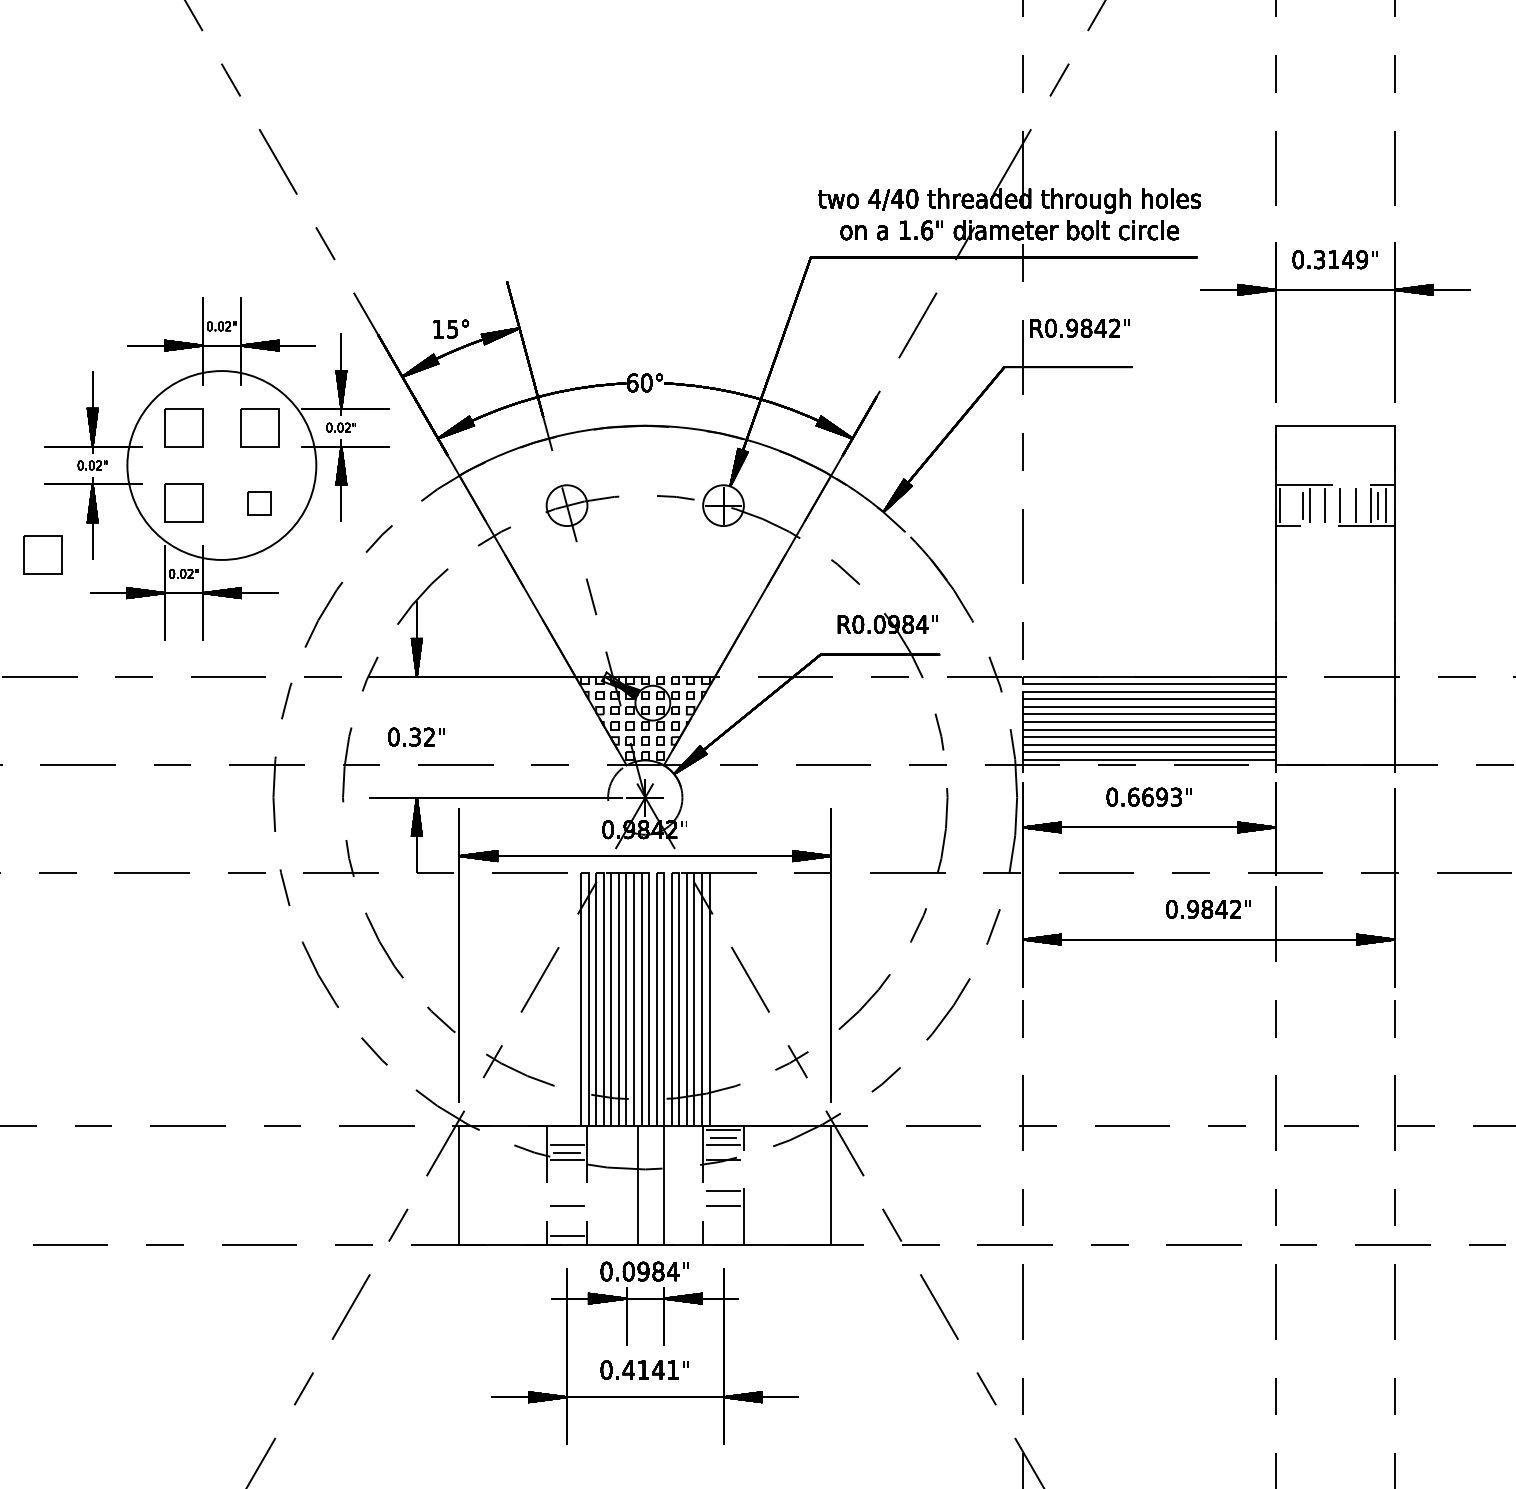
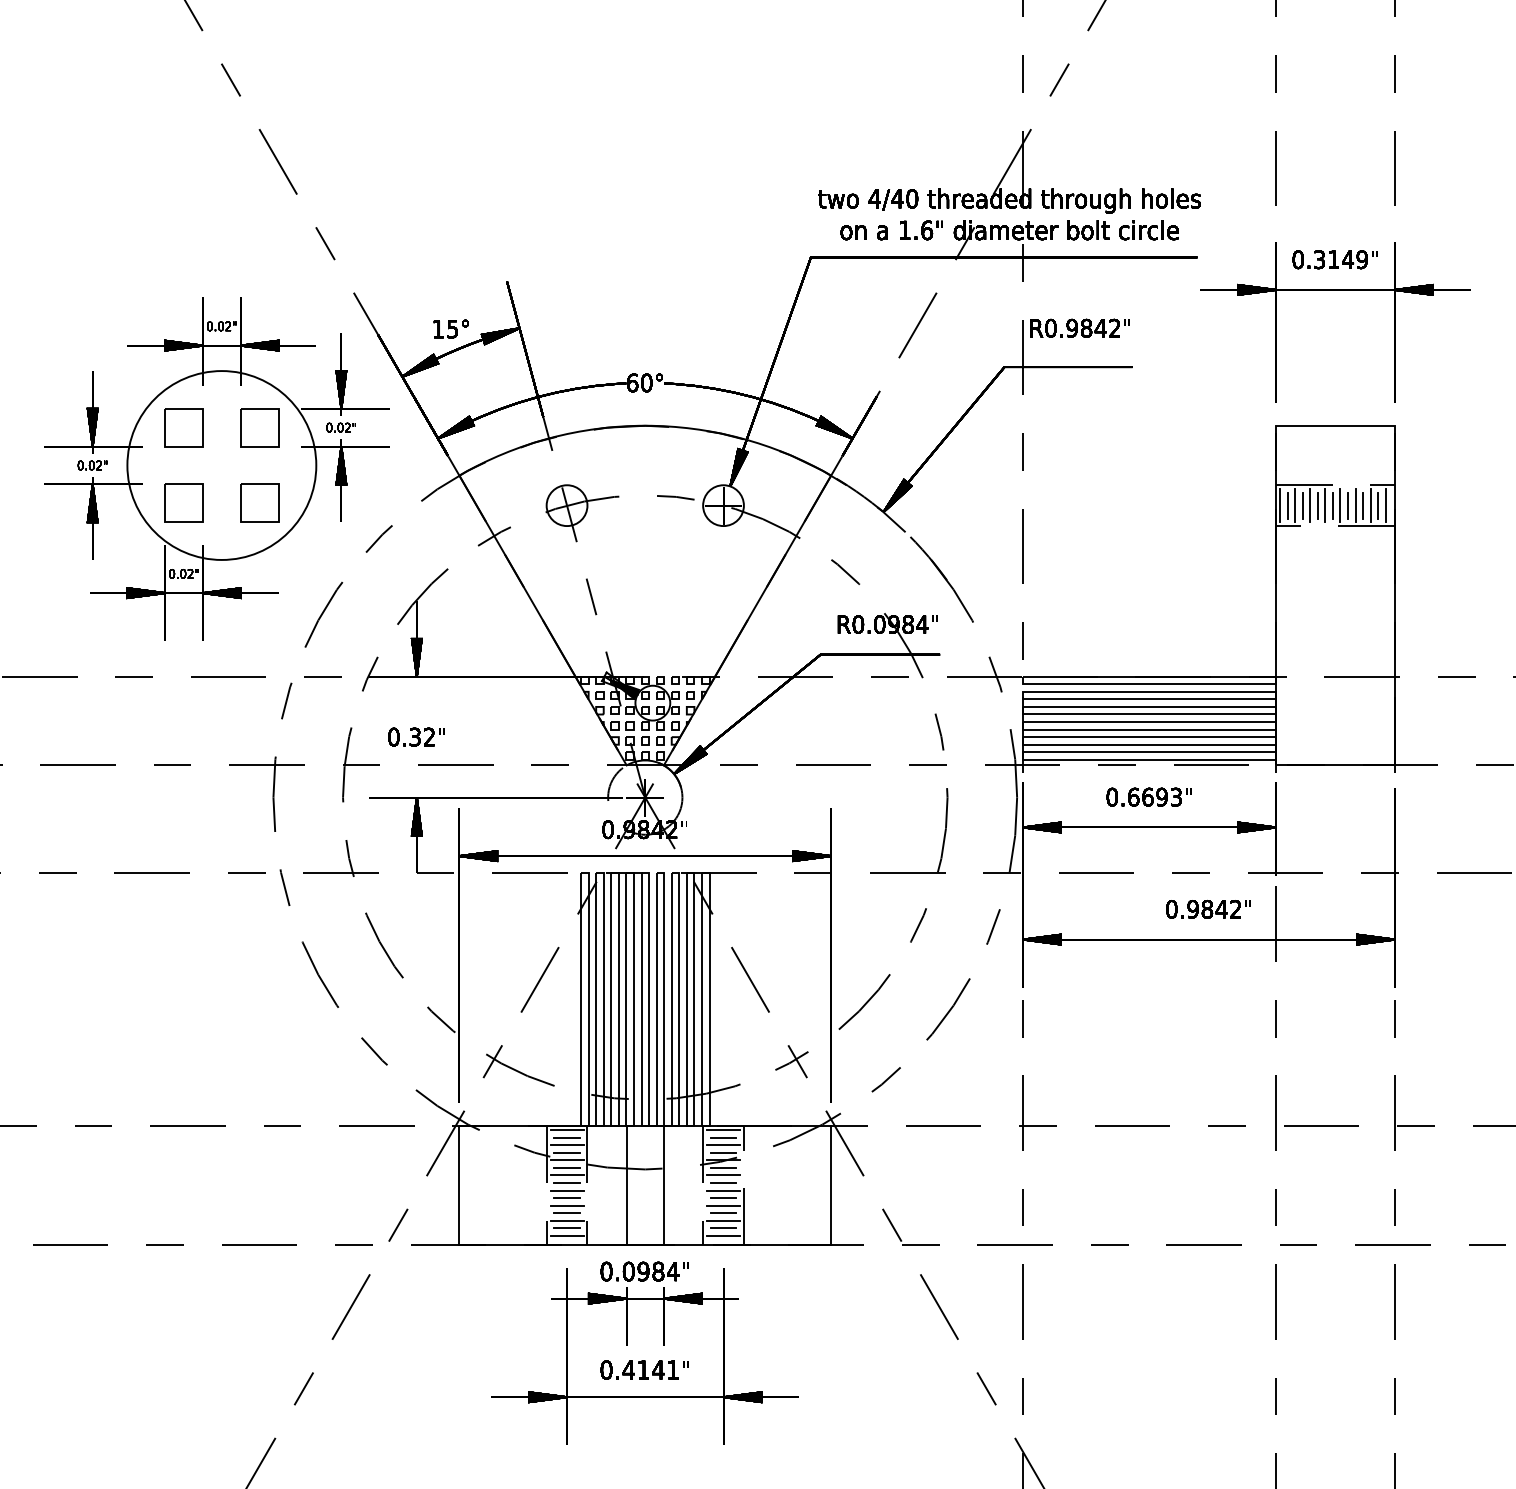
part at (259, 503) size: 25x25 px -> 40x40 px
line at (1287, 505): none -> present
line at (1295, 505): none -> present
line at (1317, 505): none -> present
line at (1332, 505): none -> present
line at (1348, 505): none -> present
line at (1363, 505): none -> present
part at (42, 554): present -> none
line at (566, 1130): none -> present
line at (566, 1137): none -> present
line at (723, 1152): none -> present
line at (566, 1167): none -> present
line at (723, 1167): none -> present
line at (566, 1175): none -> present
line at (723, 1175): none -> present
line at (566, 1182): none -> present
line at (723, 1182): none -> present
line at (637, 1185) position: (637, 1185) -> (626, 1185)
line at (566, 1190): none -> present
line at (566, 1198): none -> present
line at (723, 1198): none -> present
line at (566, 1213): none -> present
line at (723, 1213): none -> present
line at (566, 1220): none -> present
line at (723, 1220): none -> present
line at (566, 1228): none -> present
line at (723, 1228): none -> present
line at (723, 1235): none -> present
